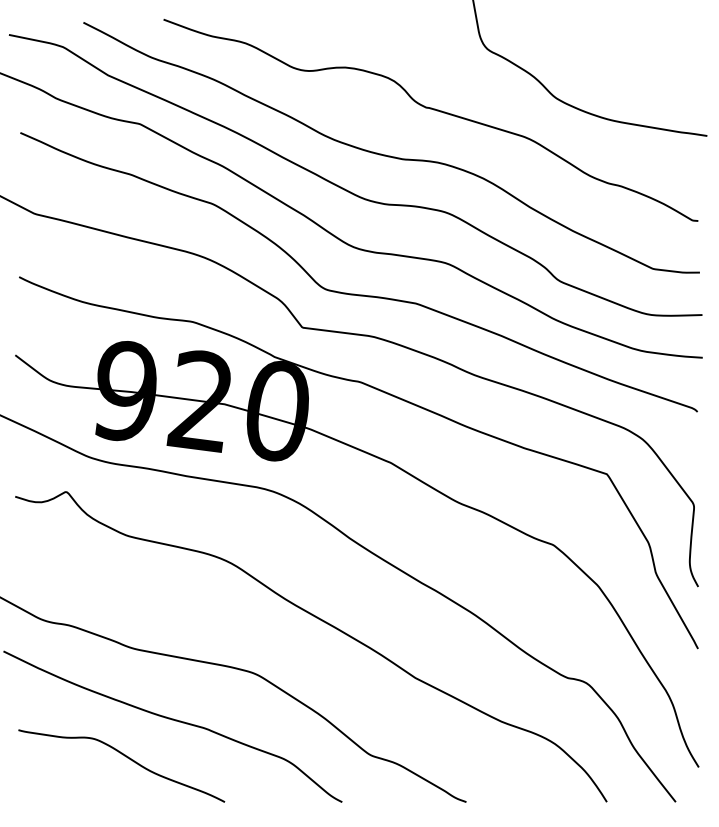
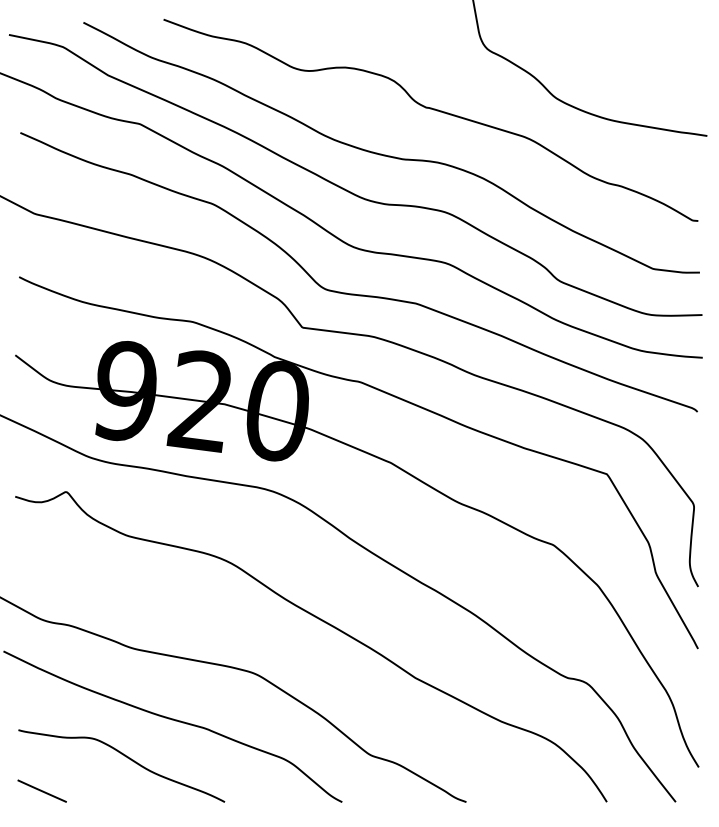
line at (41, 790): none -> present
